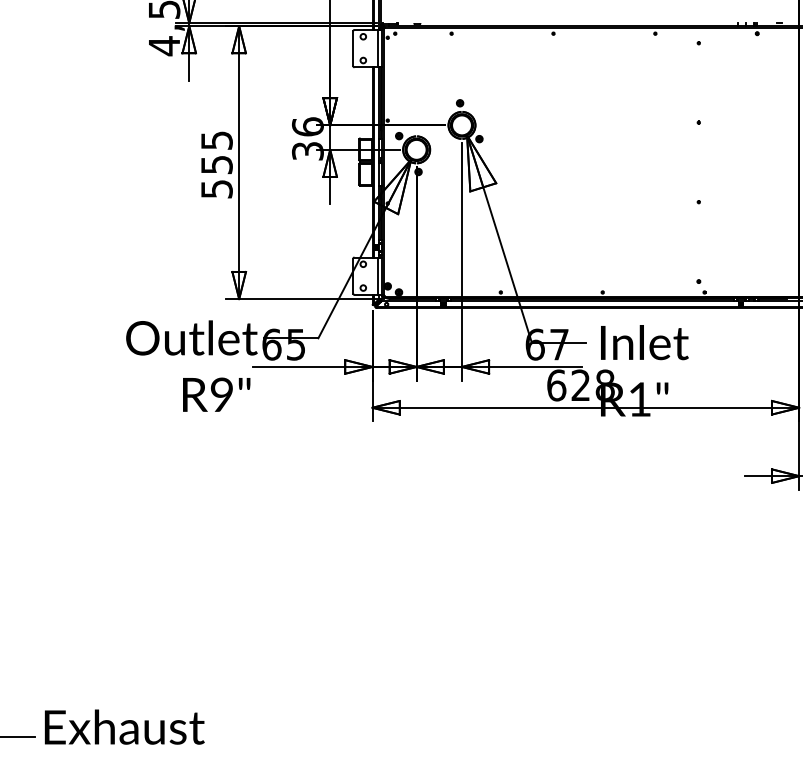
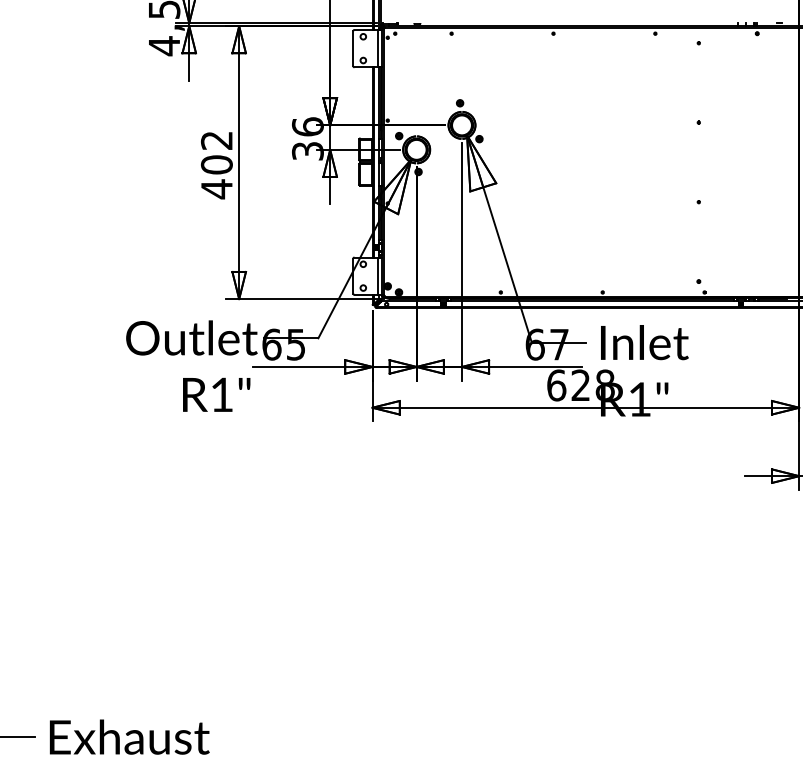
text at (216, 165): 555 -> 402
text at (221, 394): R9" -> R1"
text at (124, 726) position: (124, 726) -> (129, 736)
